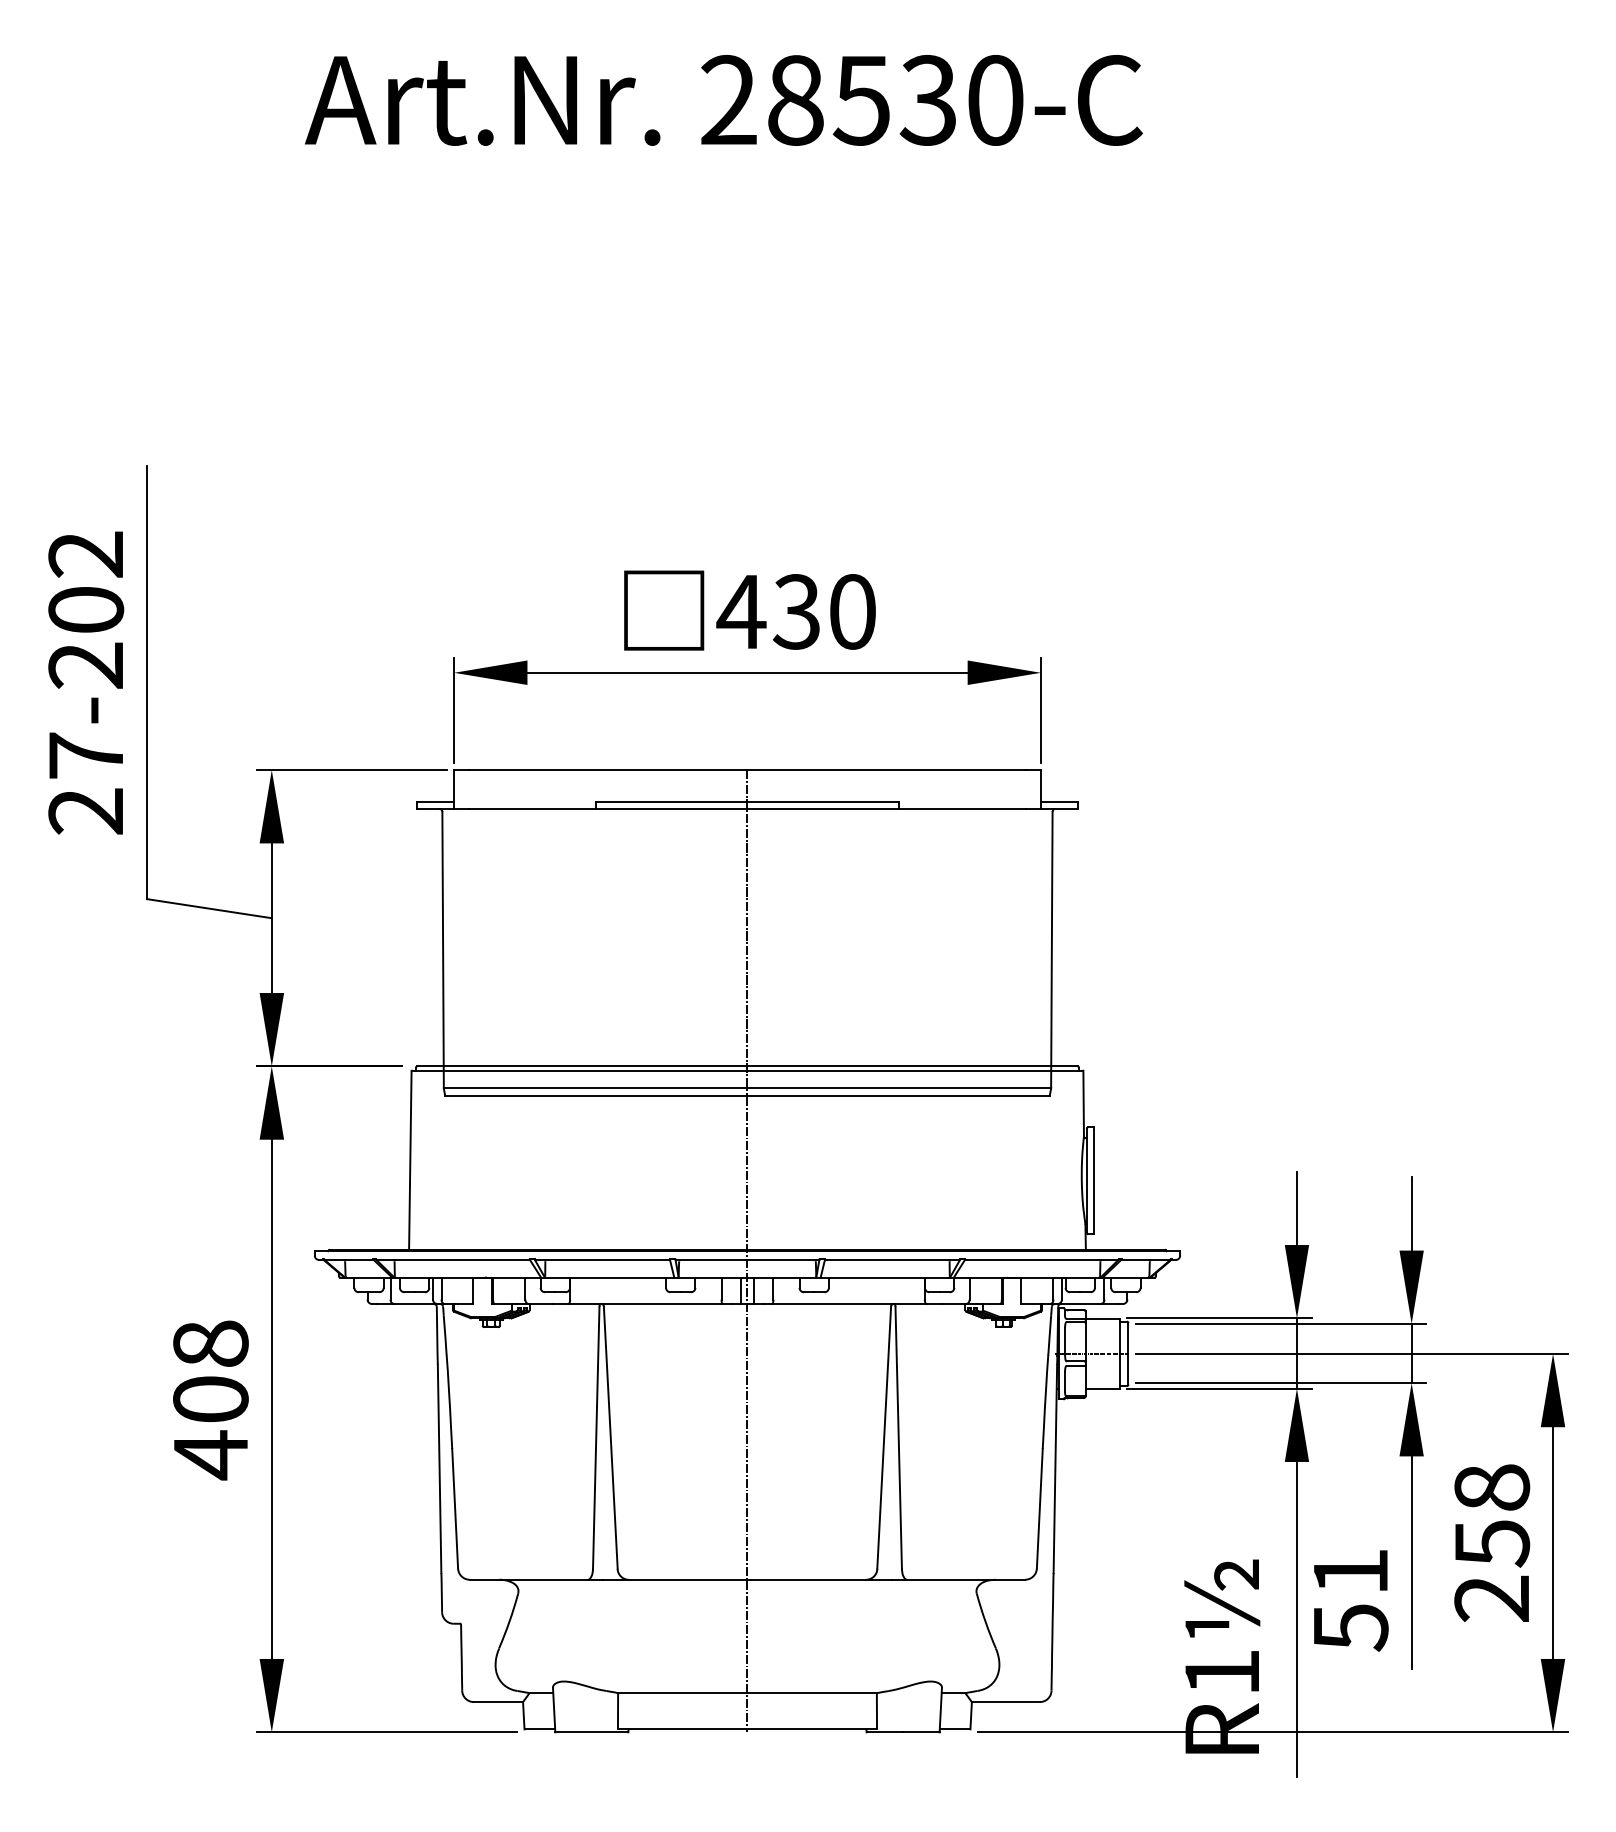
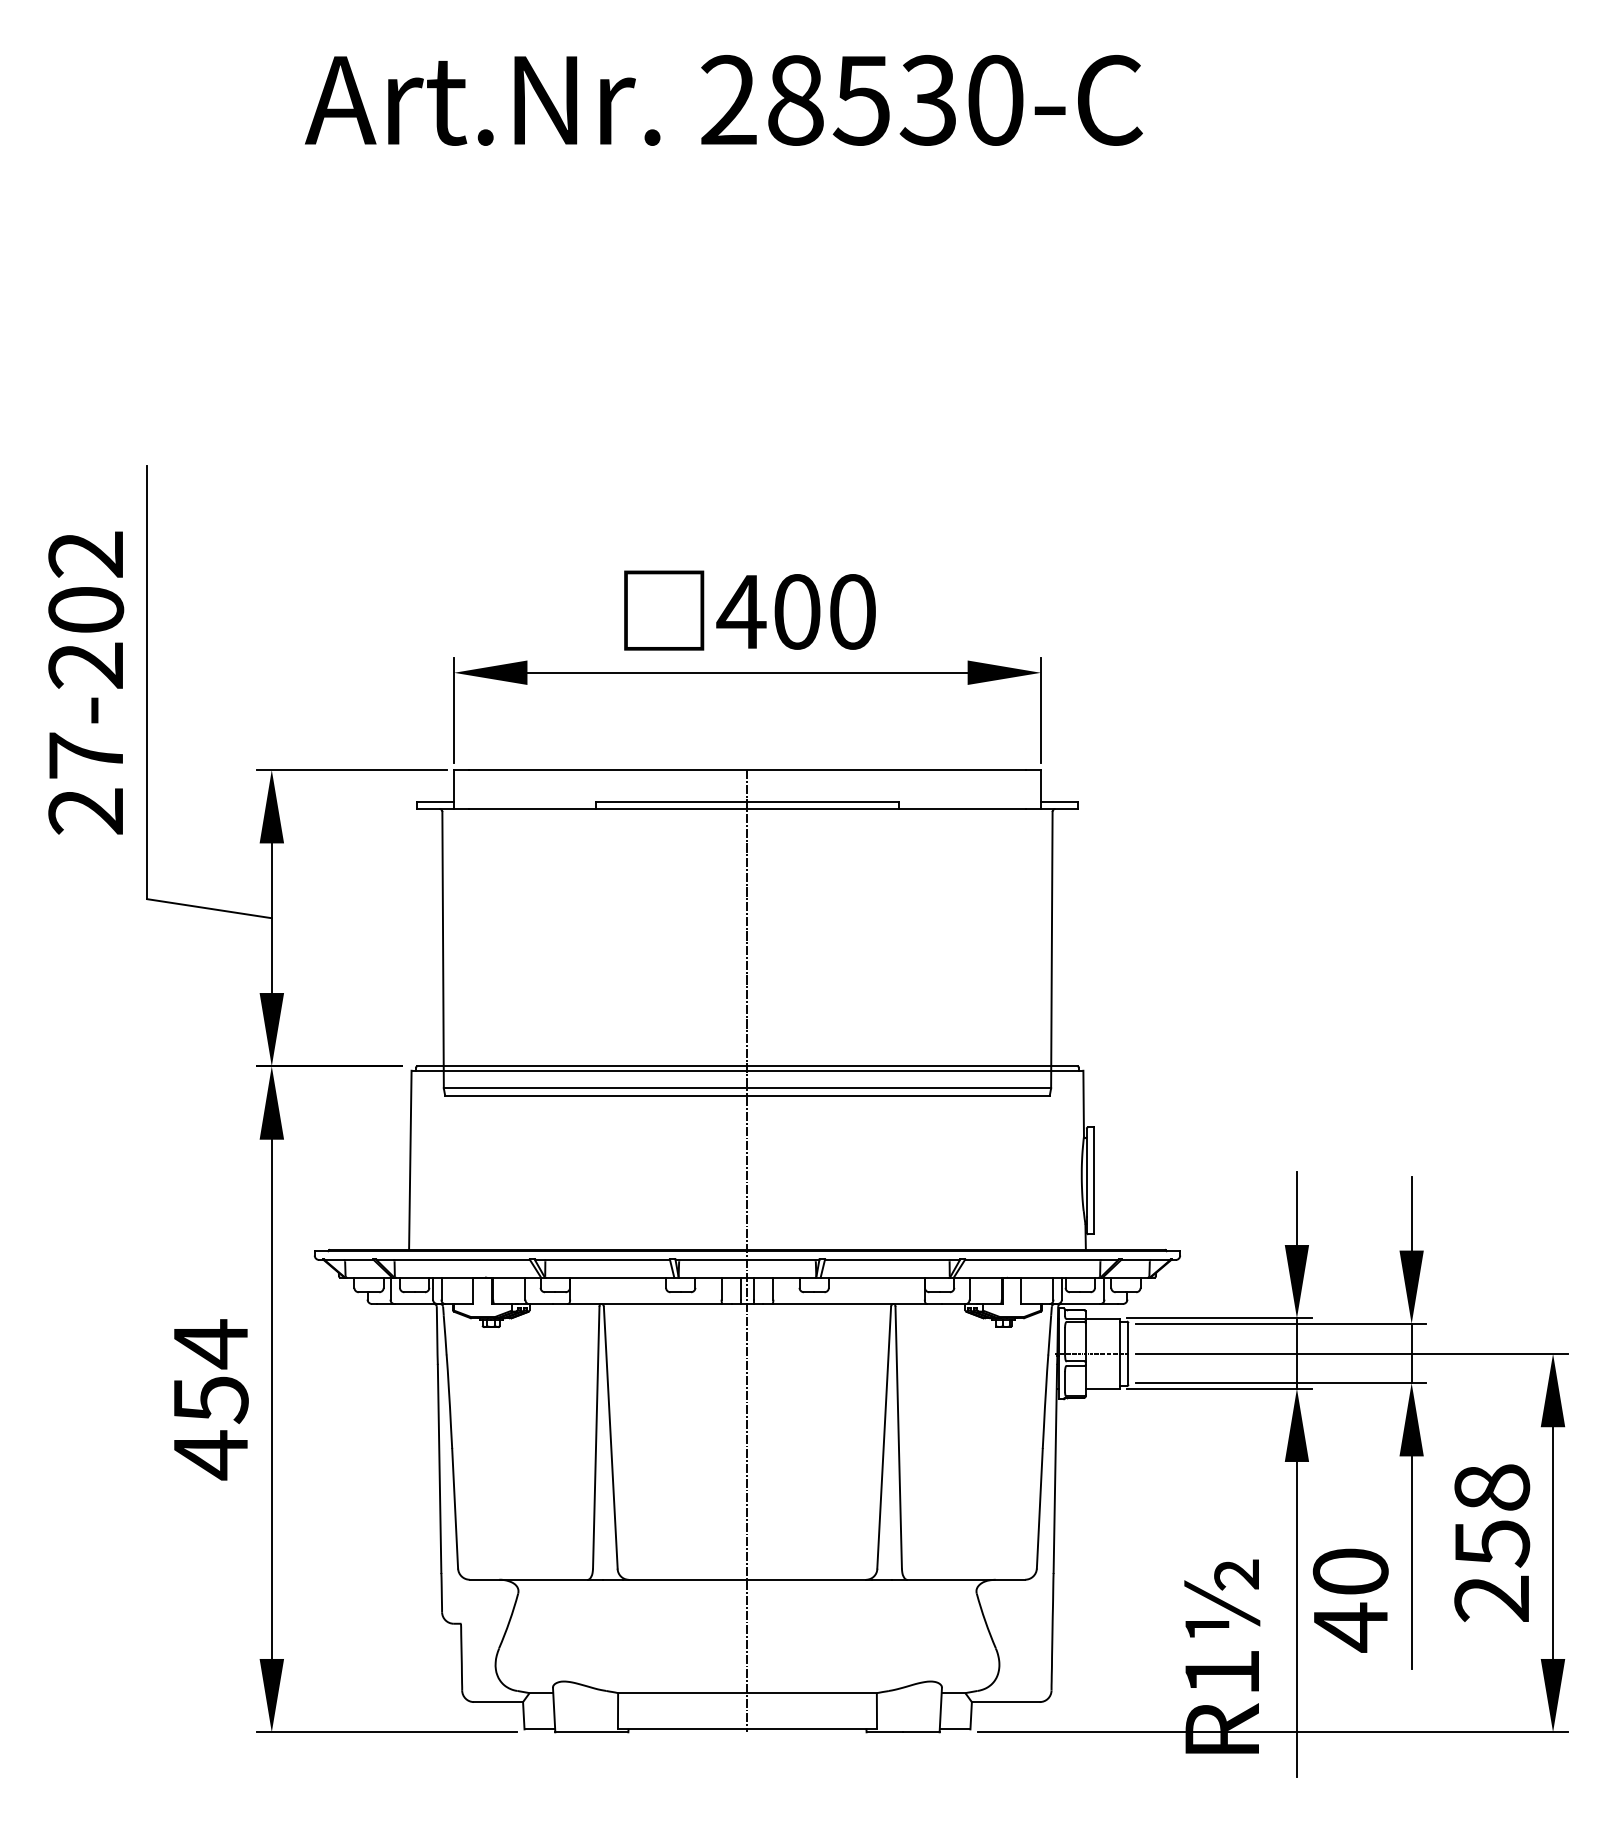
text at (796, 611): 430 -> 400
text at (210, 1371): 408 -> 454
text at (1350, 1600): 51 -> 40
